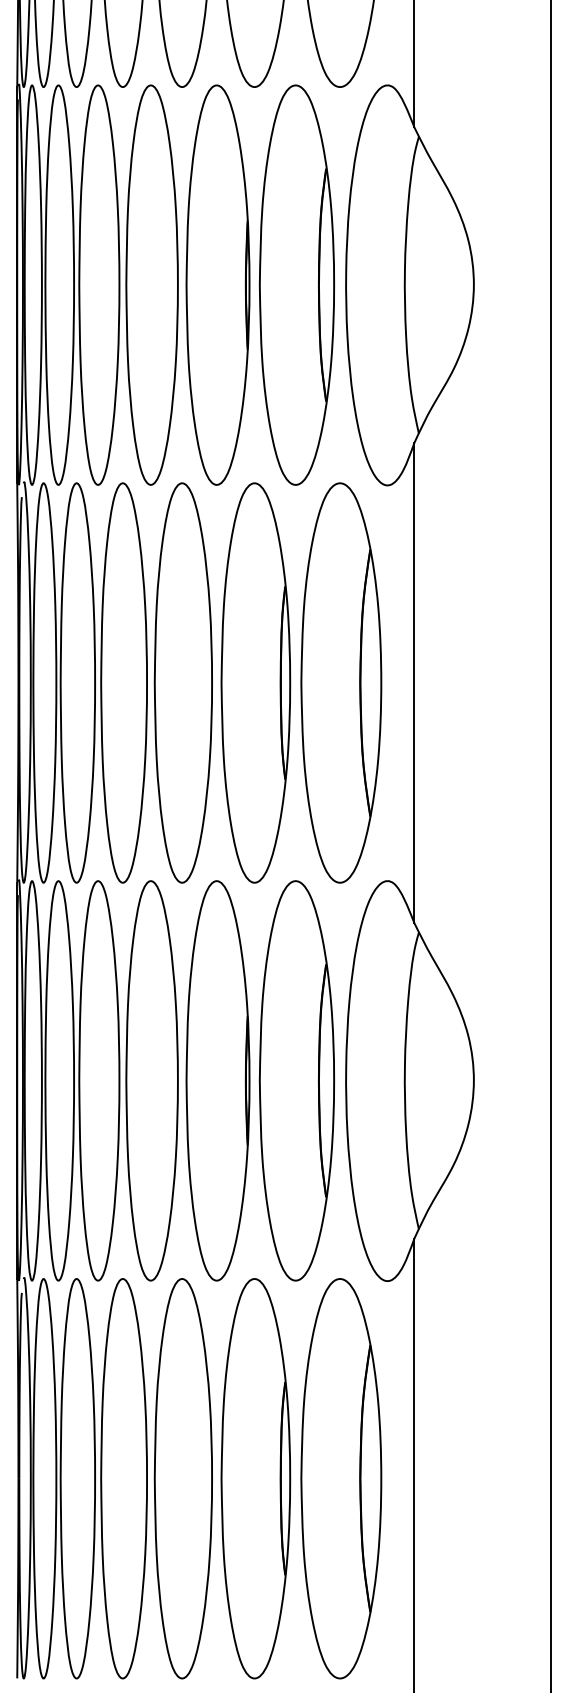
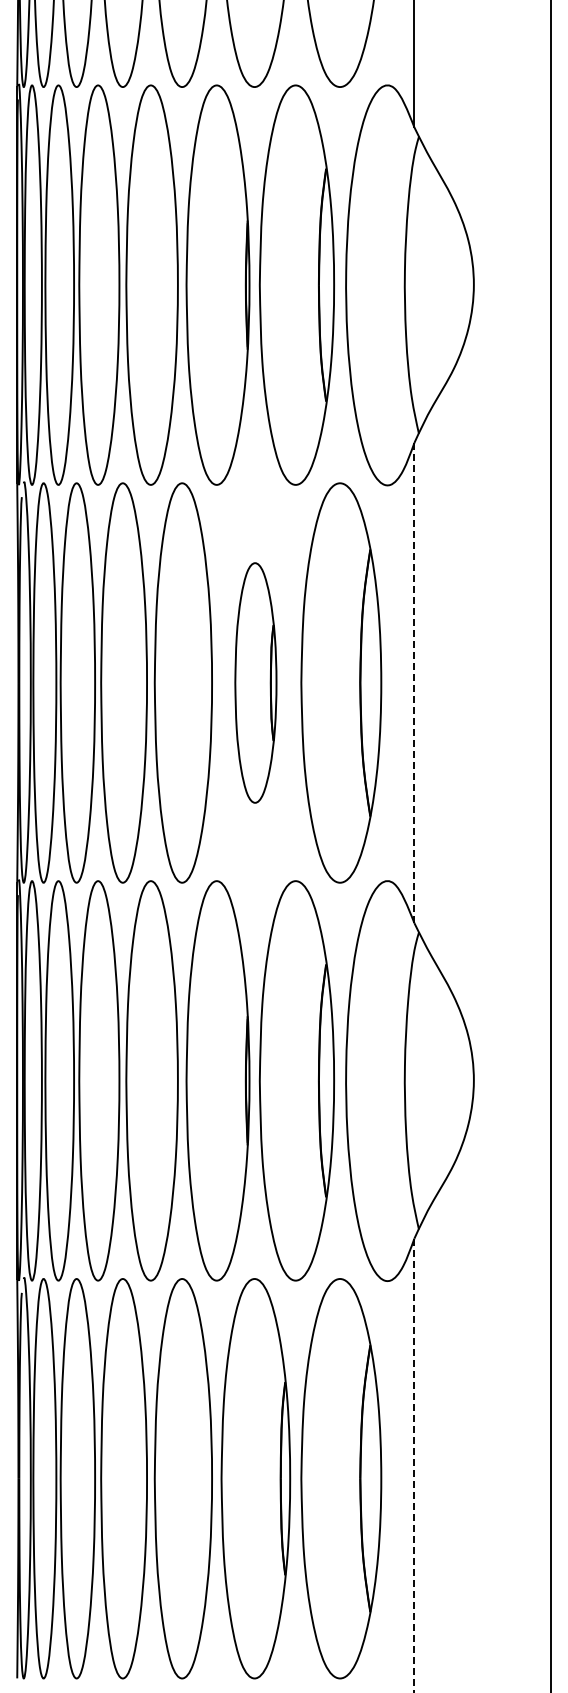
part at (255, 682) size: 72x402 px -> 44x242 px
line at (414, 683): solid -> dashed
line at (414, 1466): solid -> dashed
